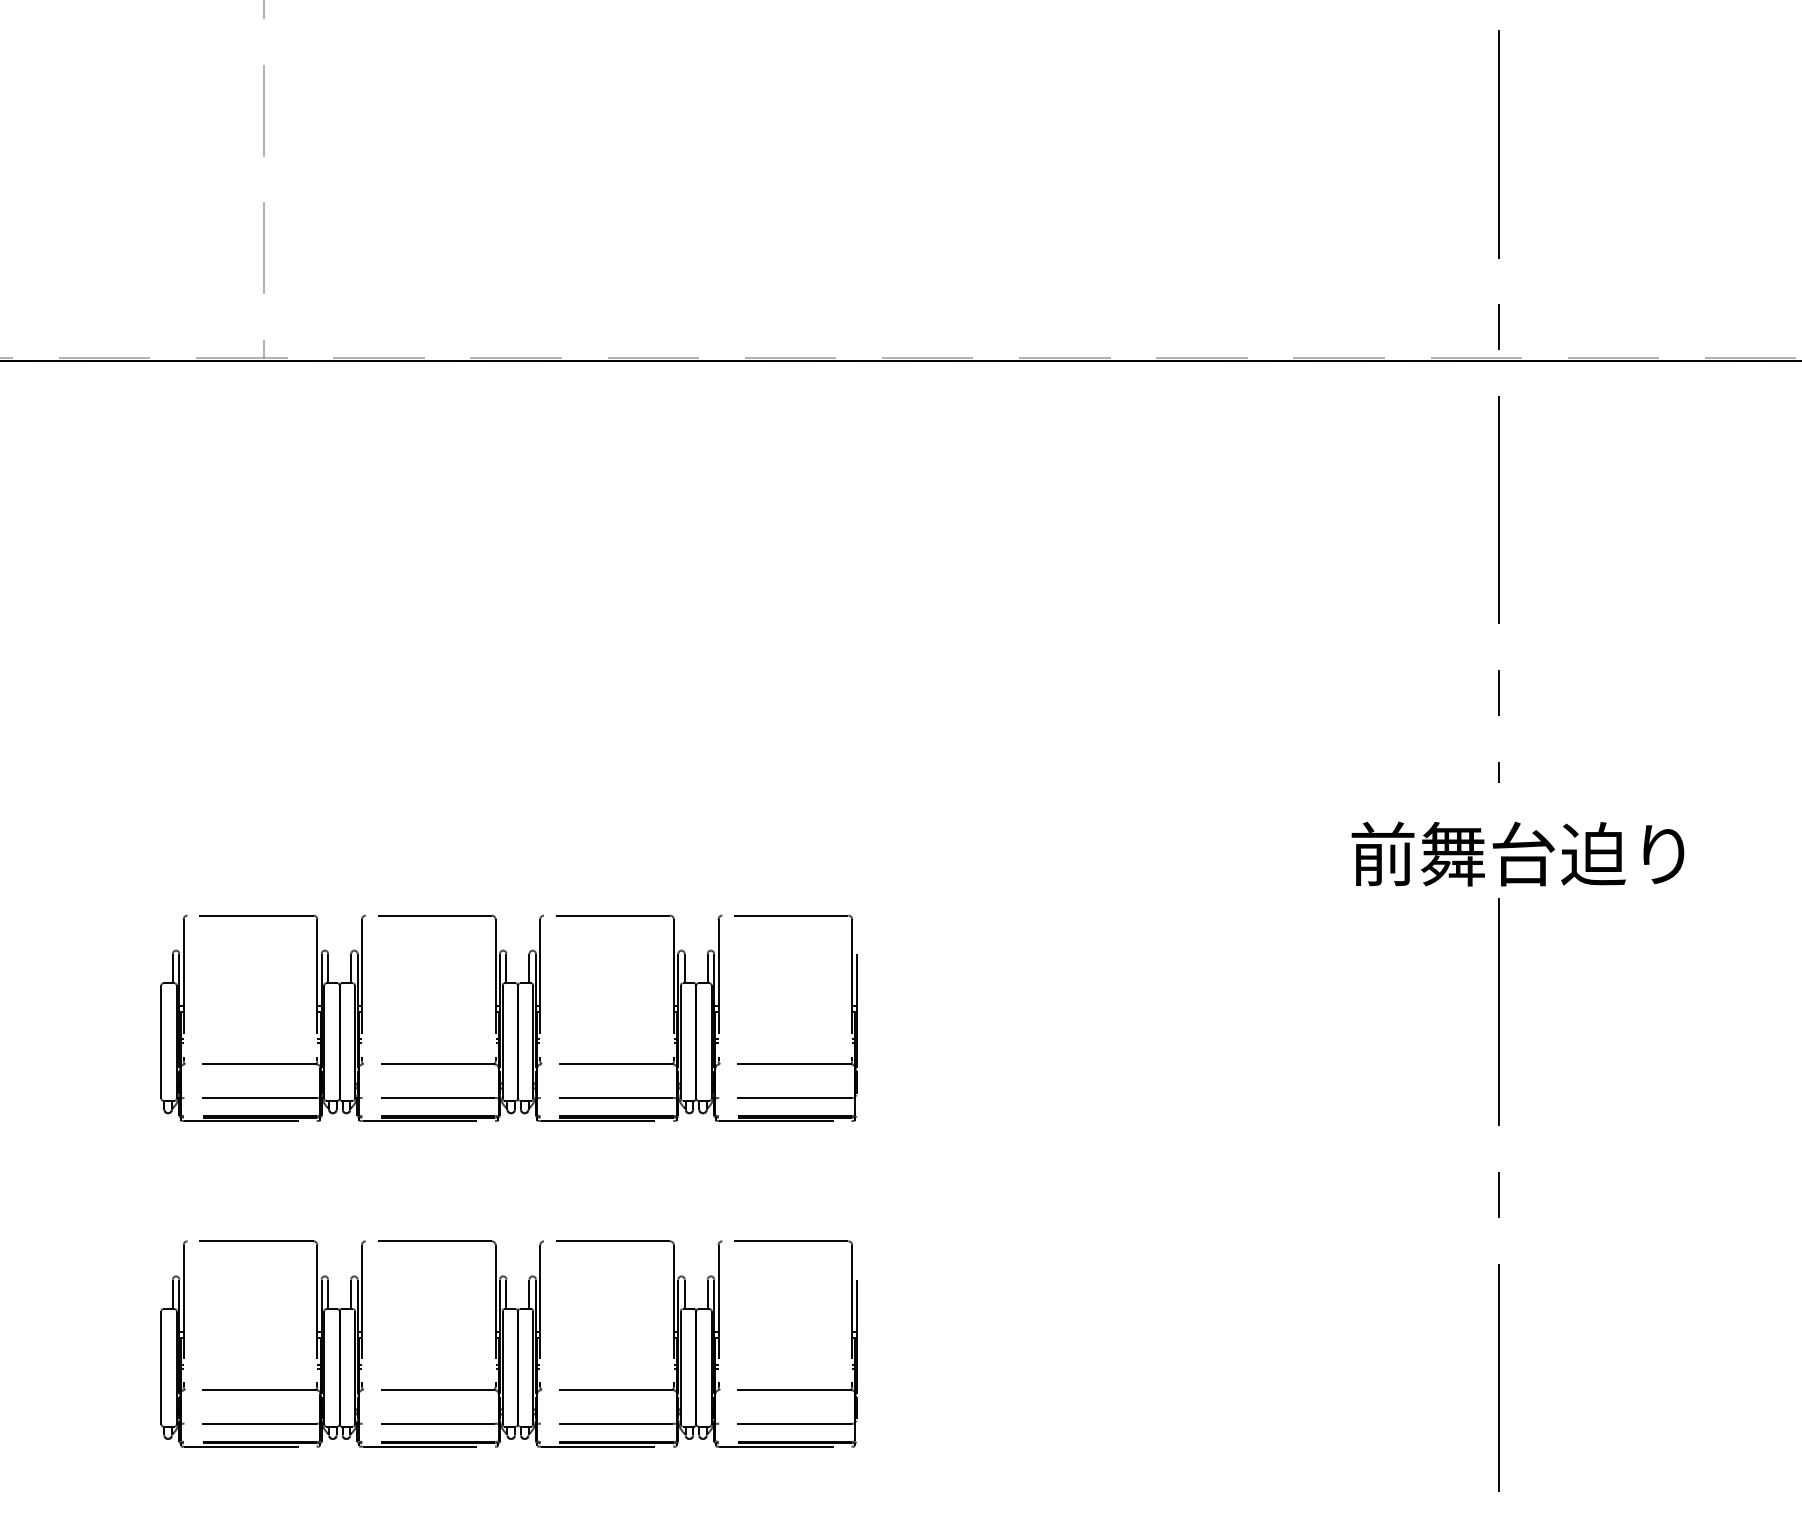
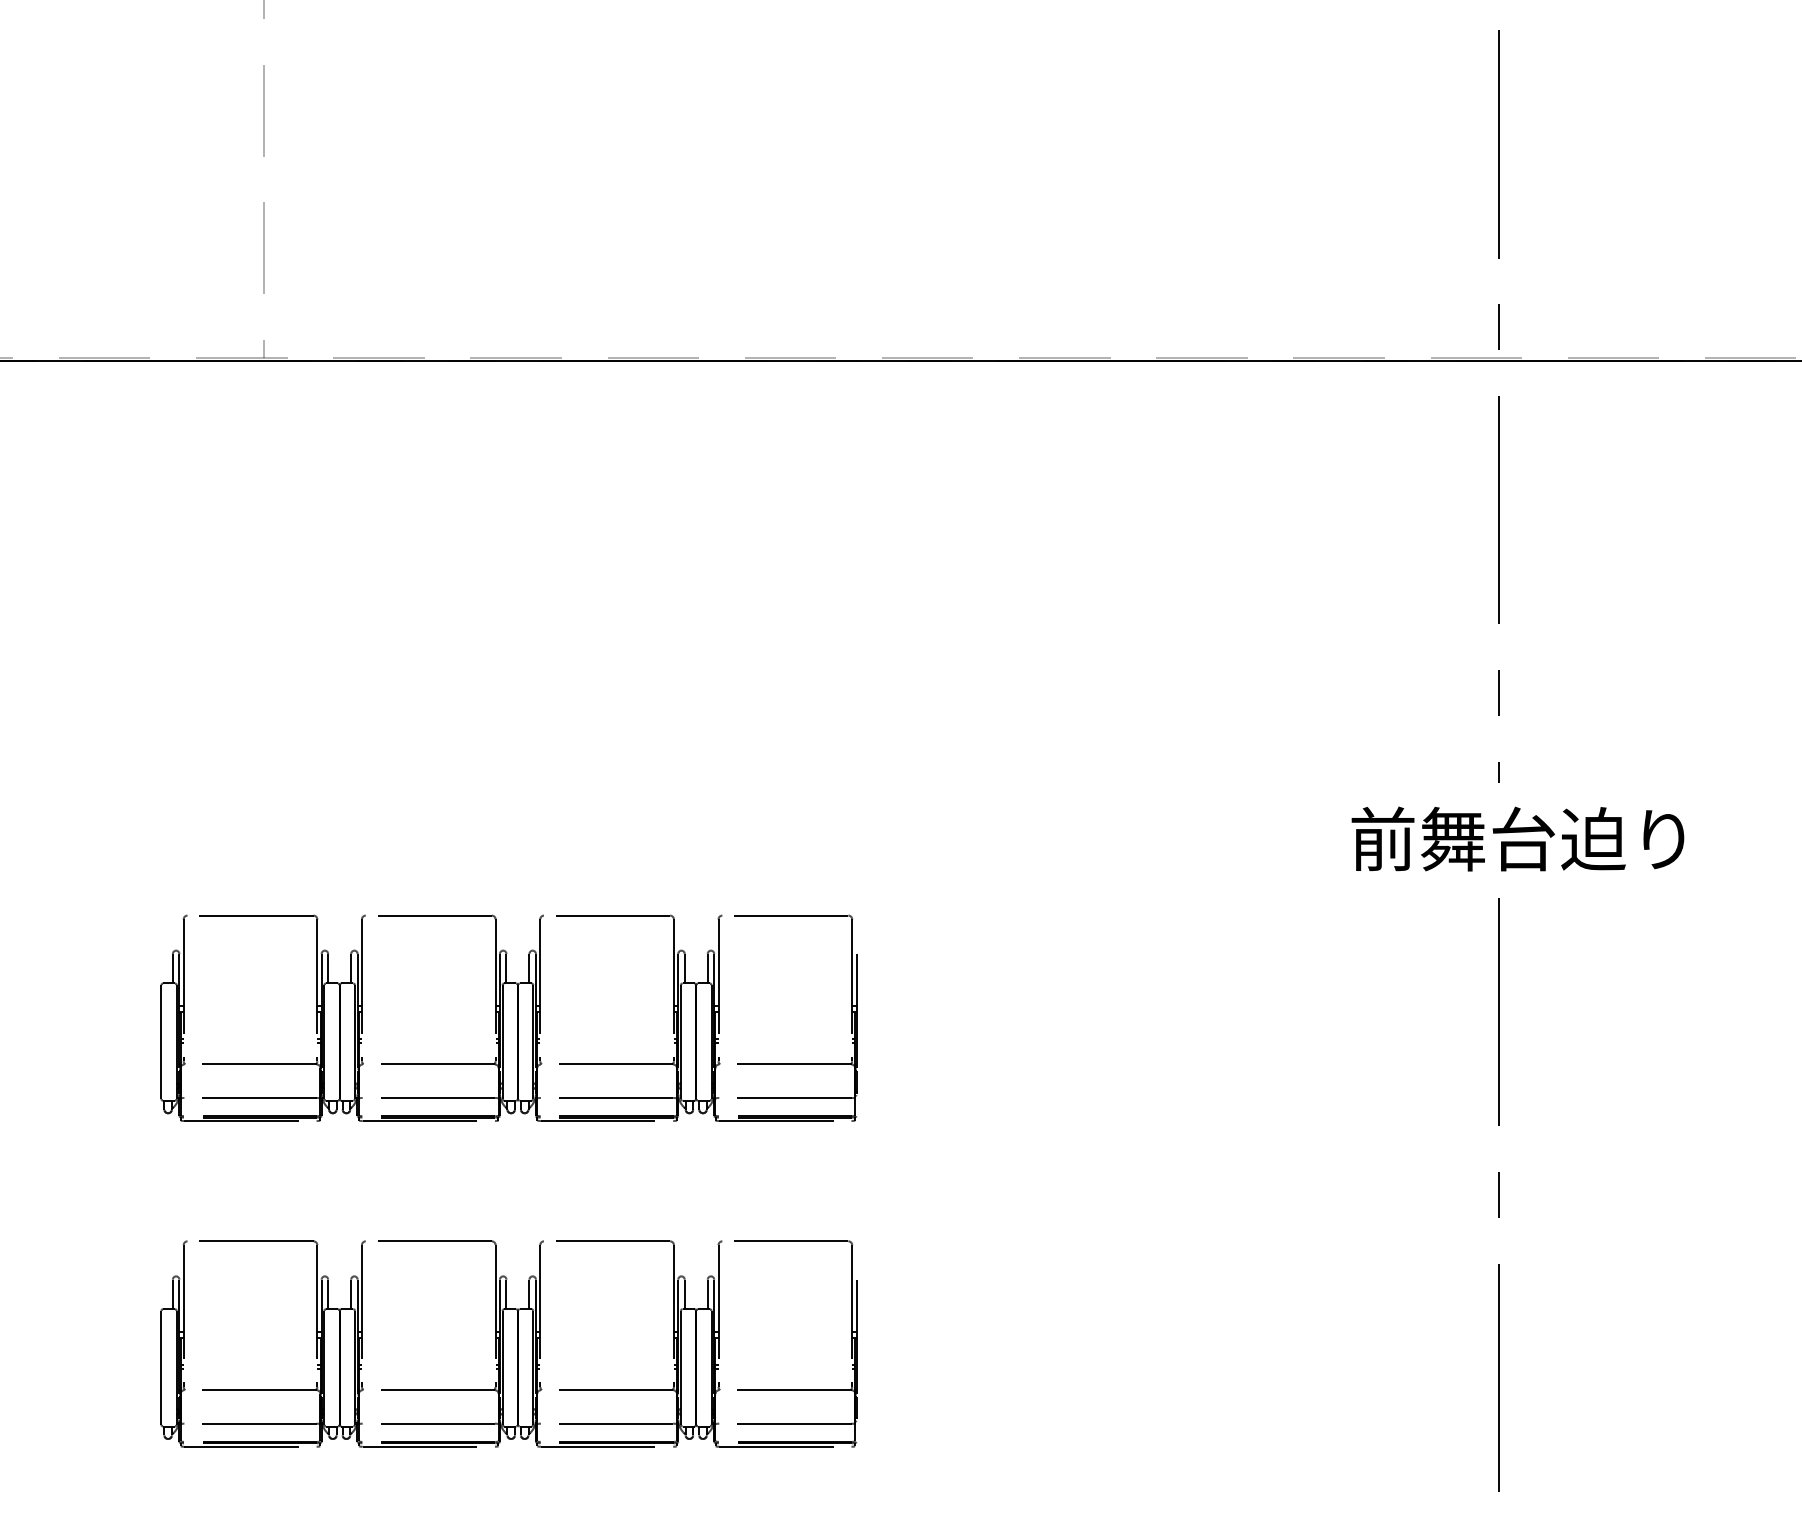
text at (1517, 853) position: (1517, 853) -> (1517, 838)
